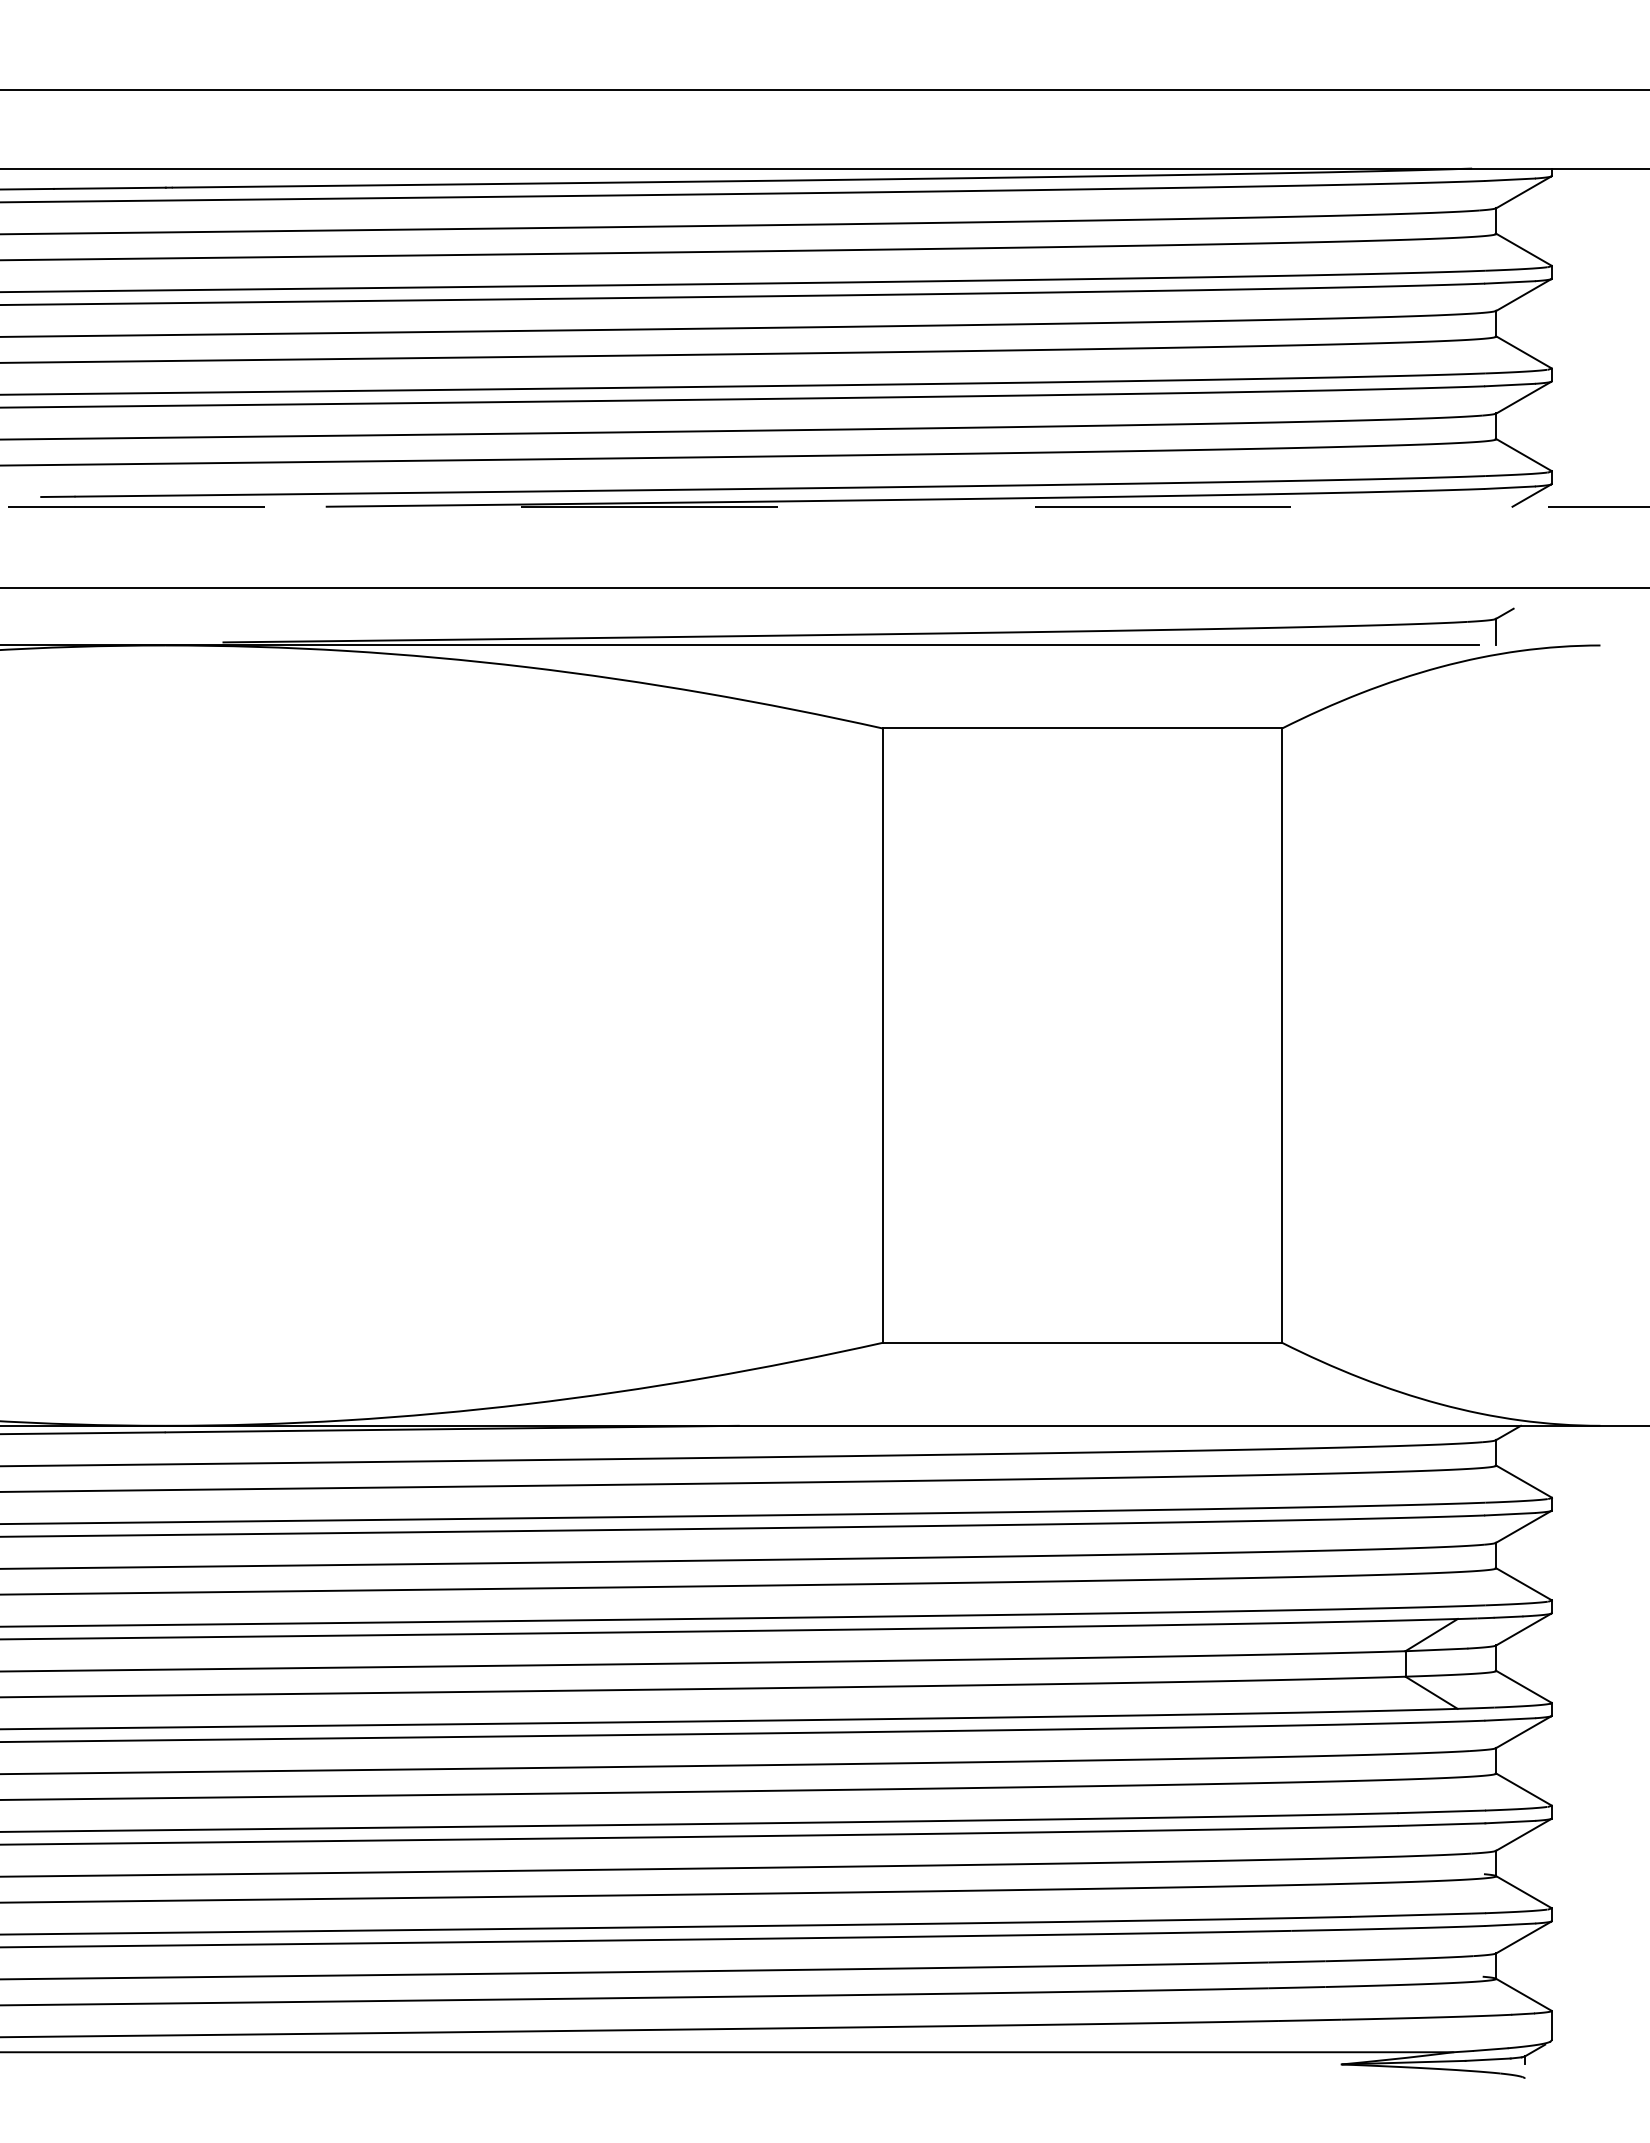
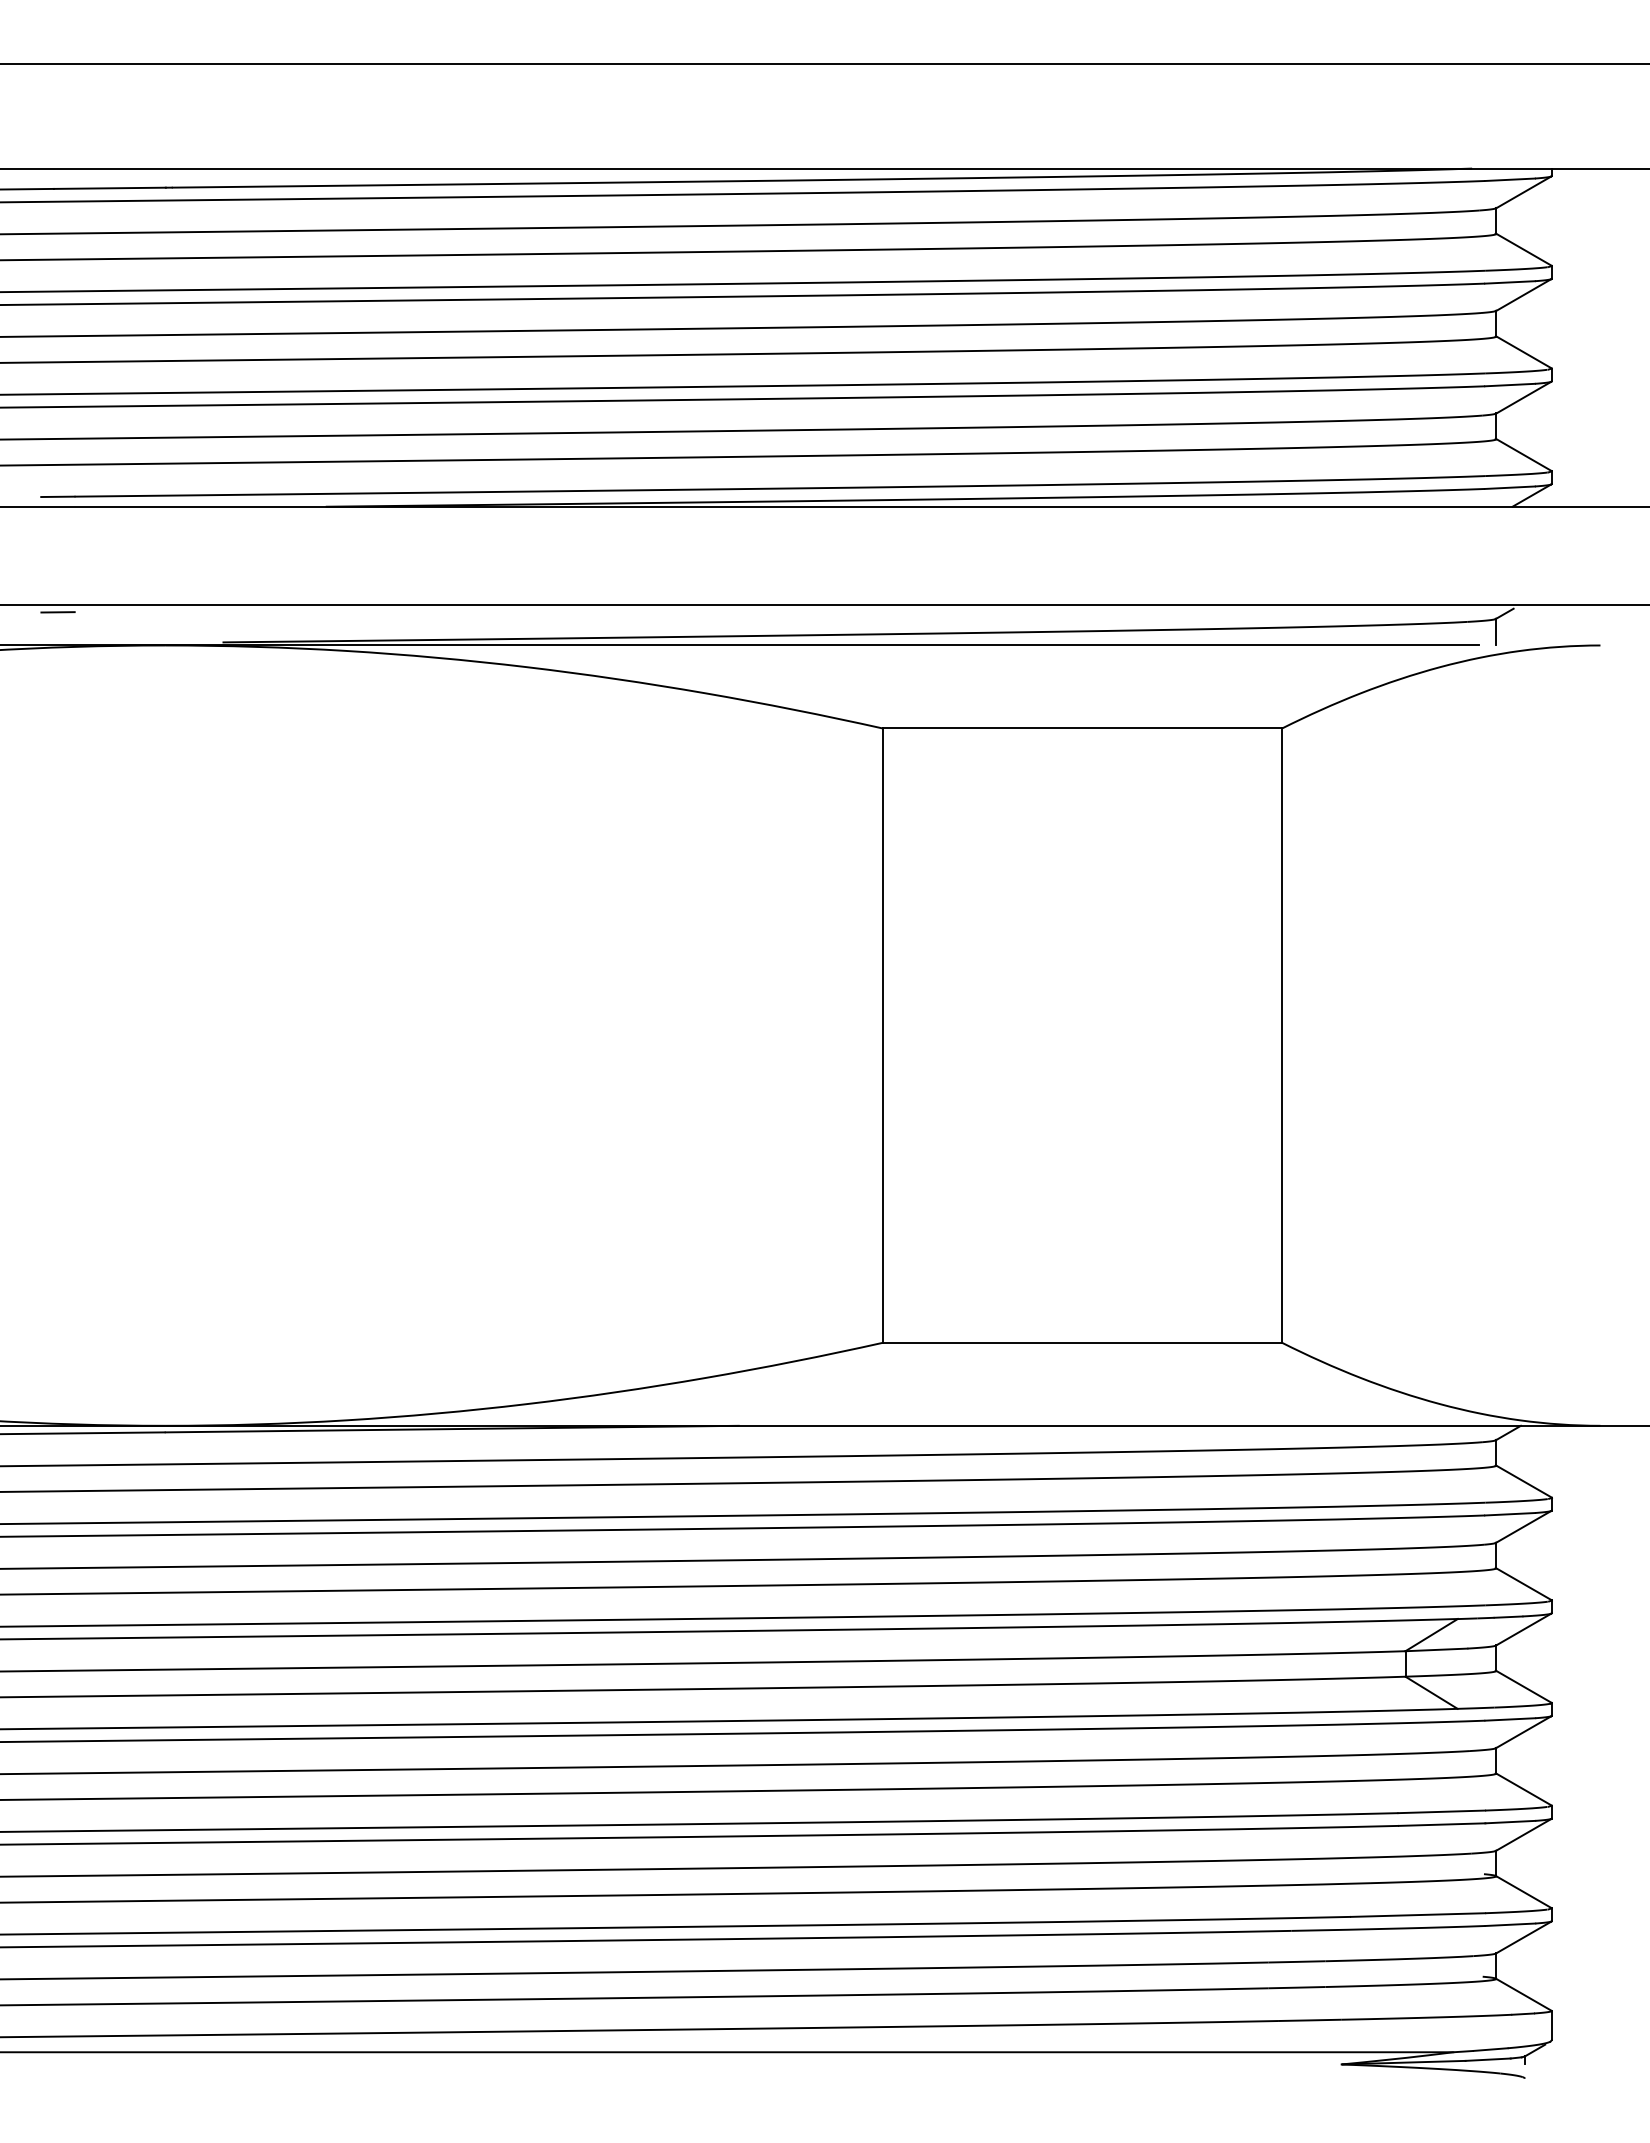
line at (824, 90) position: (824, 90) -> (824, 64)
line at (825, 506): dashed -> solid
line at (824, 588) position: (824, 588) -> (824, 605)
line at (57, 612): none -> present
